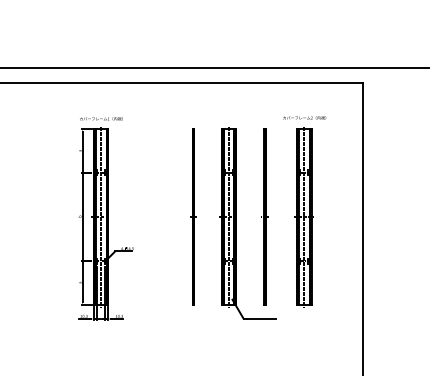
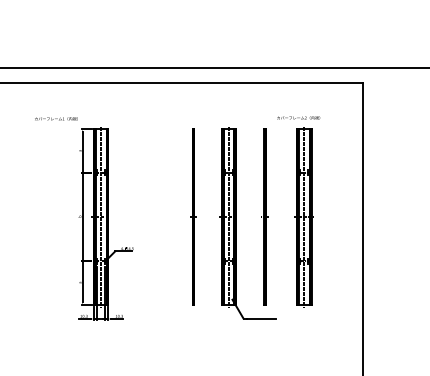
text at (304, 117) position: (304, 117) -> (298, 117)
text at (101, 118) position: (101, 118) -> (56, 118)
